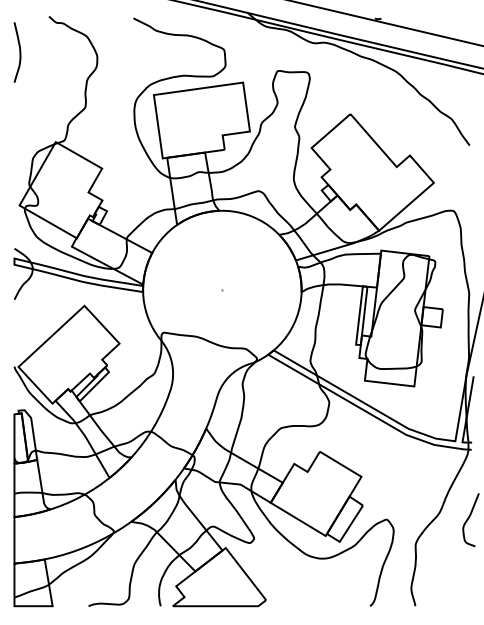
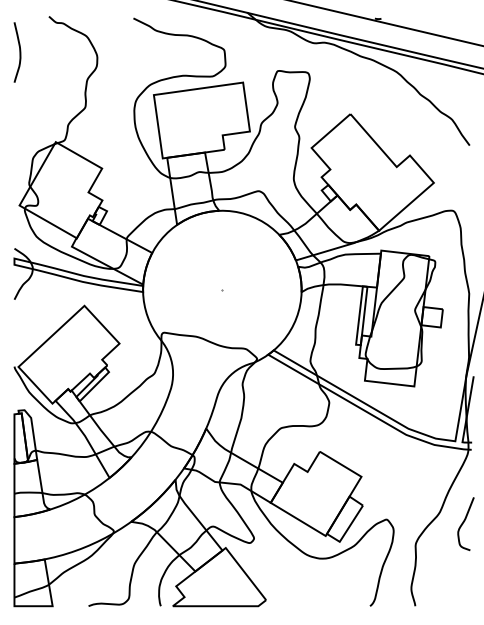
curve at (468, 520) position: (468, 520) -> (463, 524)
